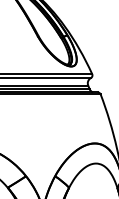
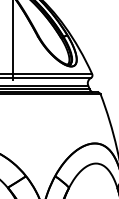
line at (12, 41): none -> present
